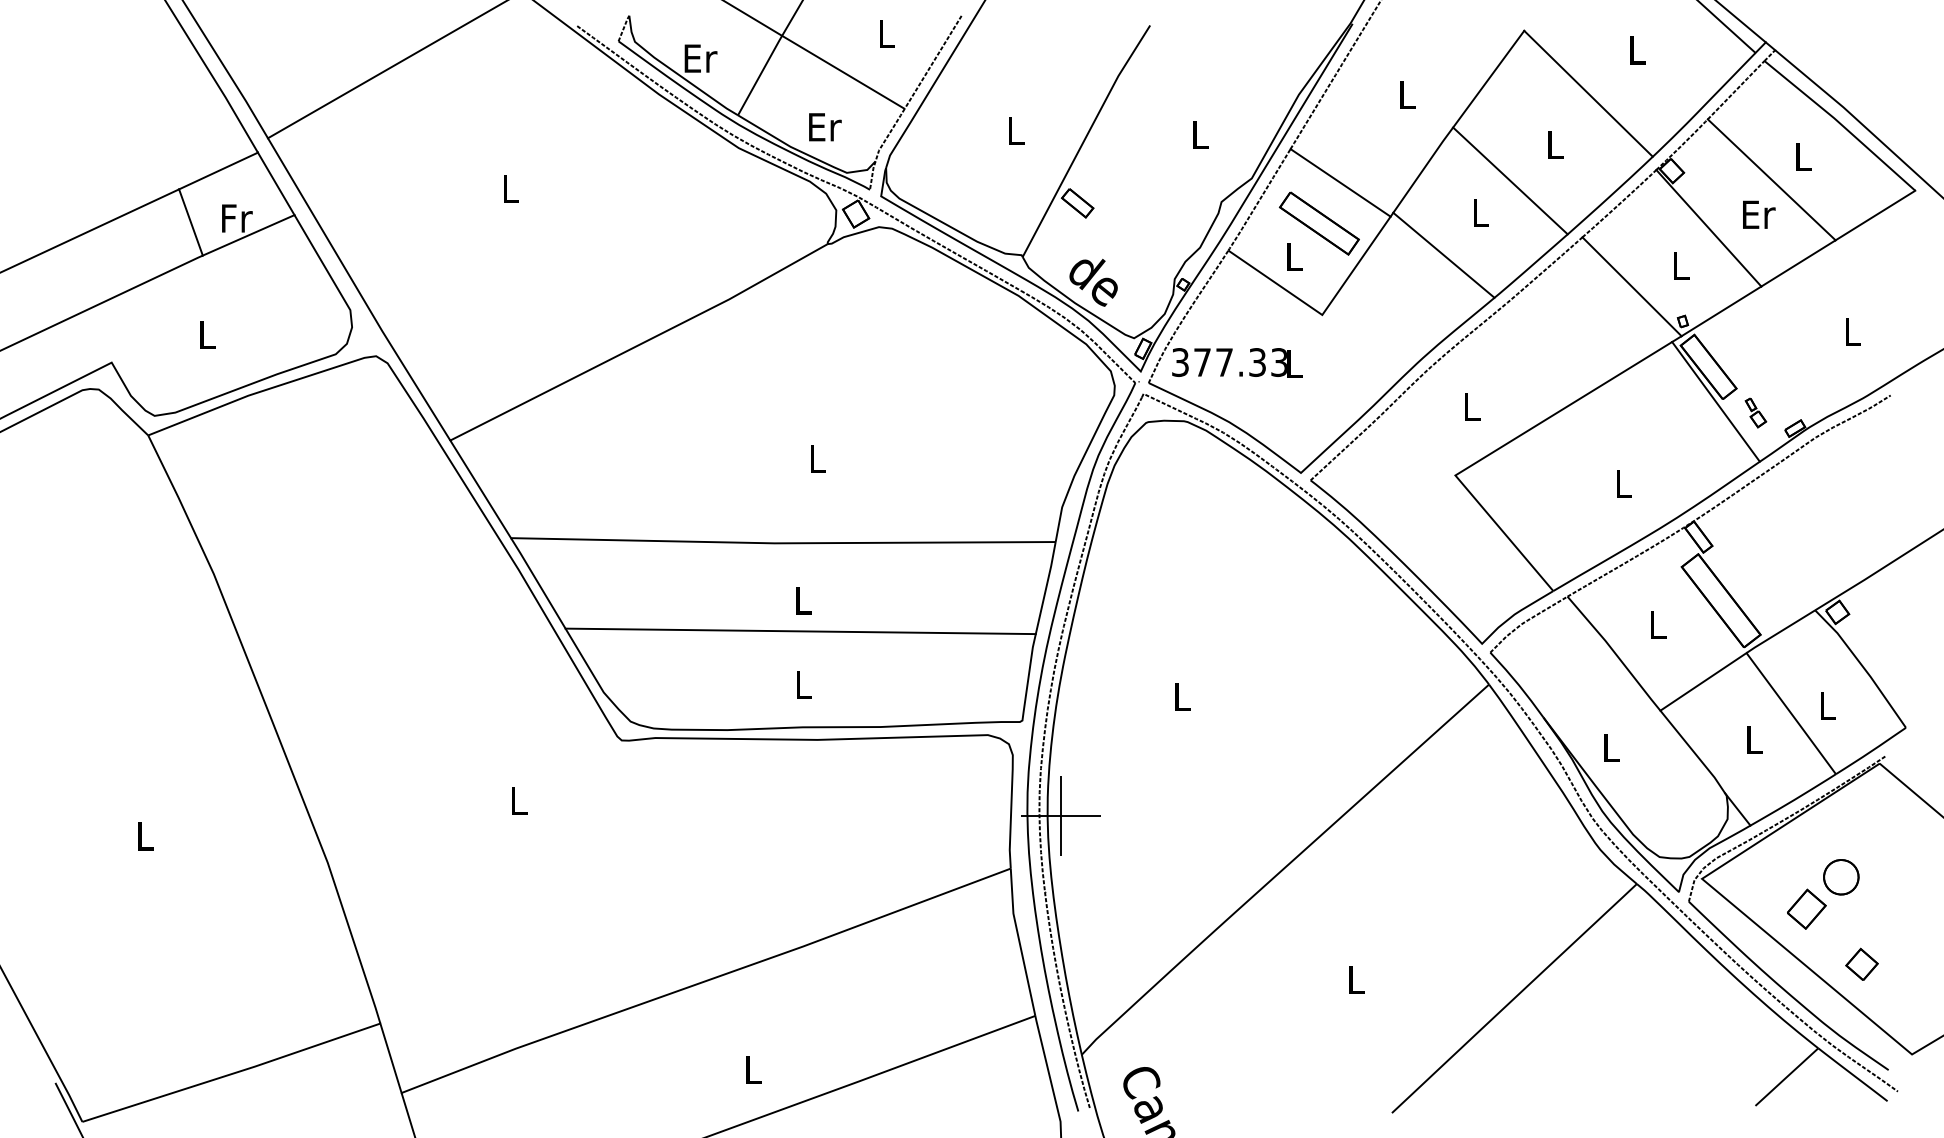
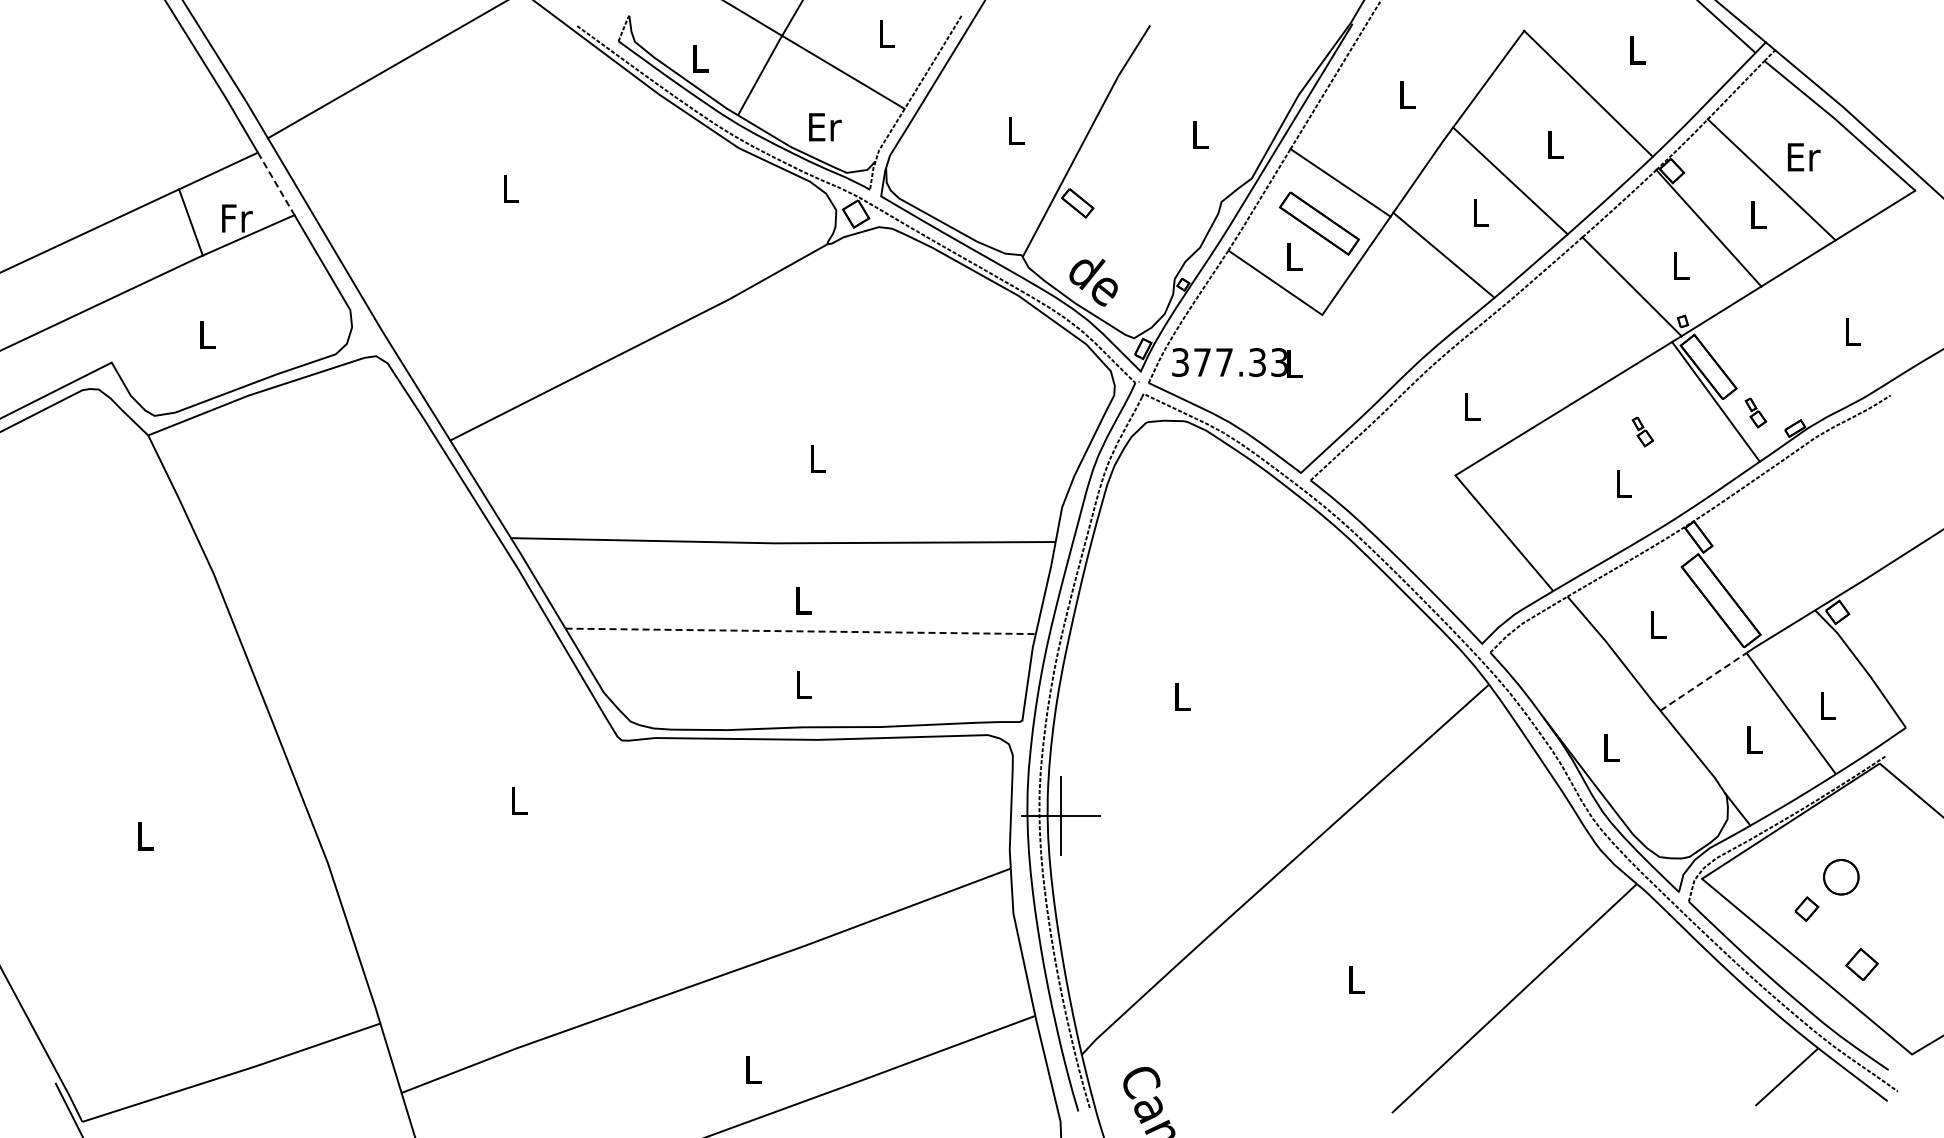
text at (700, 58): Er -> L
text at (1803, 157): L -> Er
line at (276, 184): solid -> dashed
text at (1759, 214): Er -> L
part at (1642, 431): none -> present
line at (801, 631): solid -> dashed
line at (1703, 681): solid -> dashed
part at (1806, 908) size: 40x42 px -> 26x26 px
